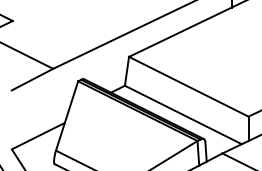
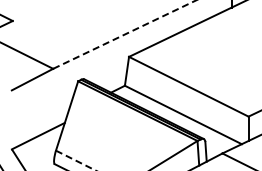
line at (125, 34): solid -> dashed
line at (76, 160): solid -> dashed
